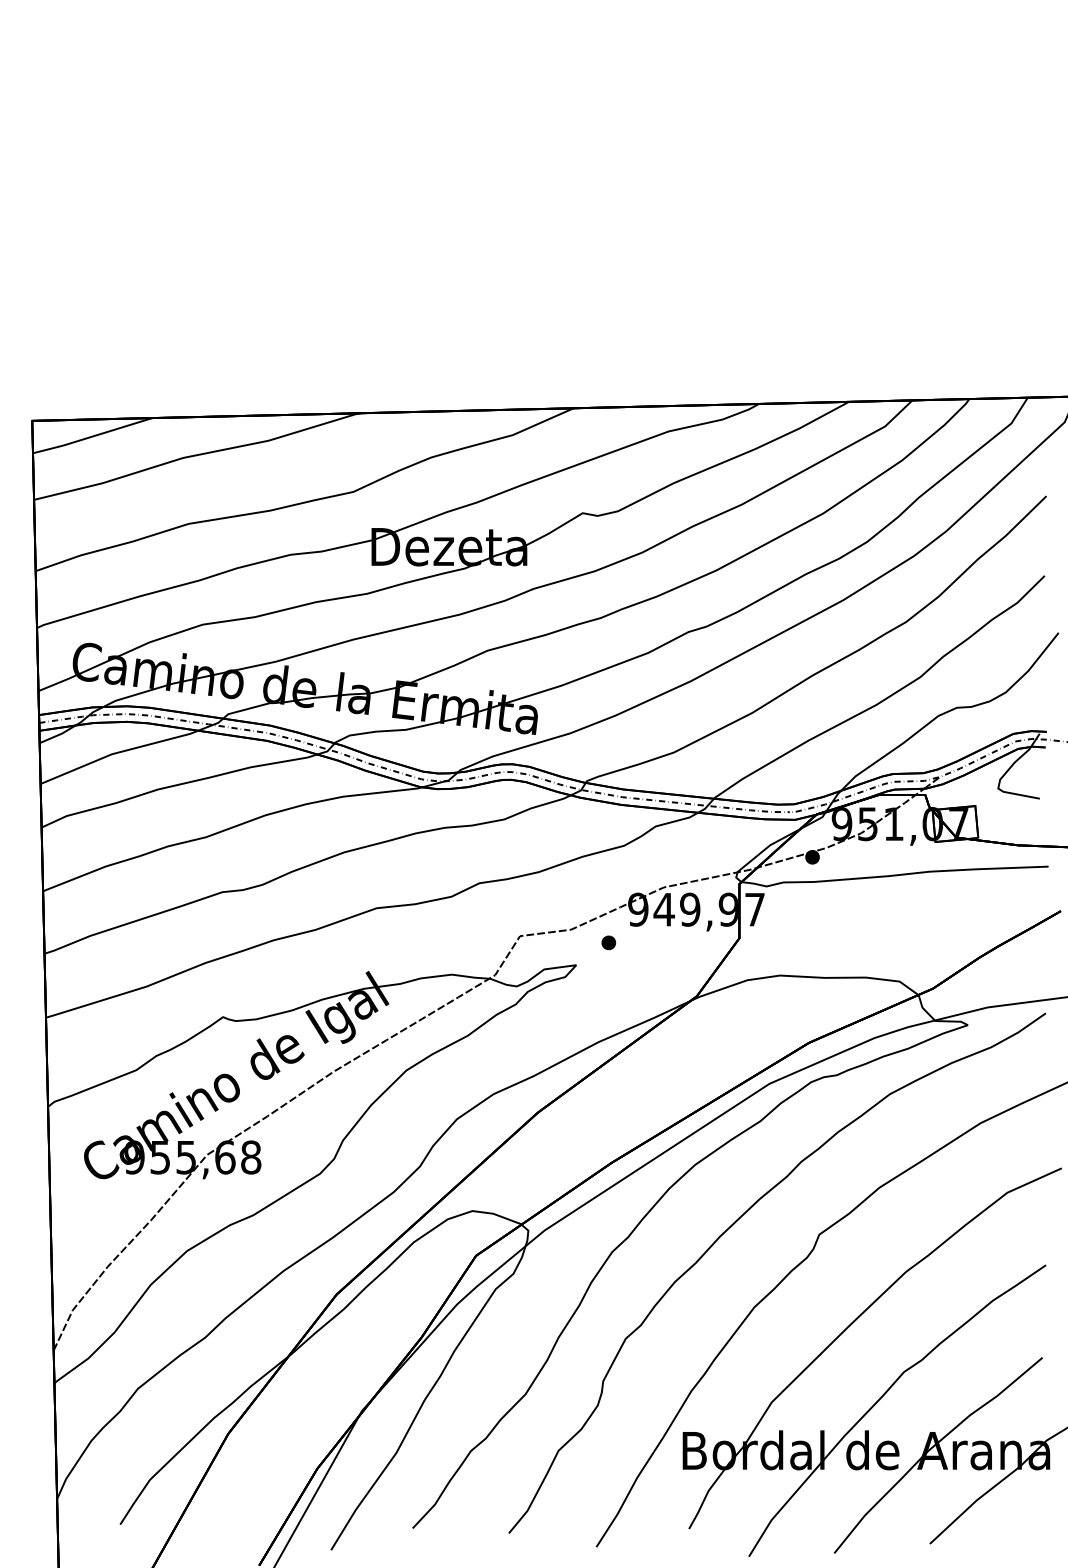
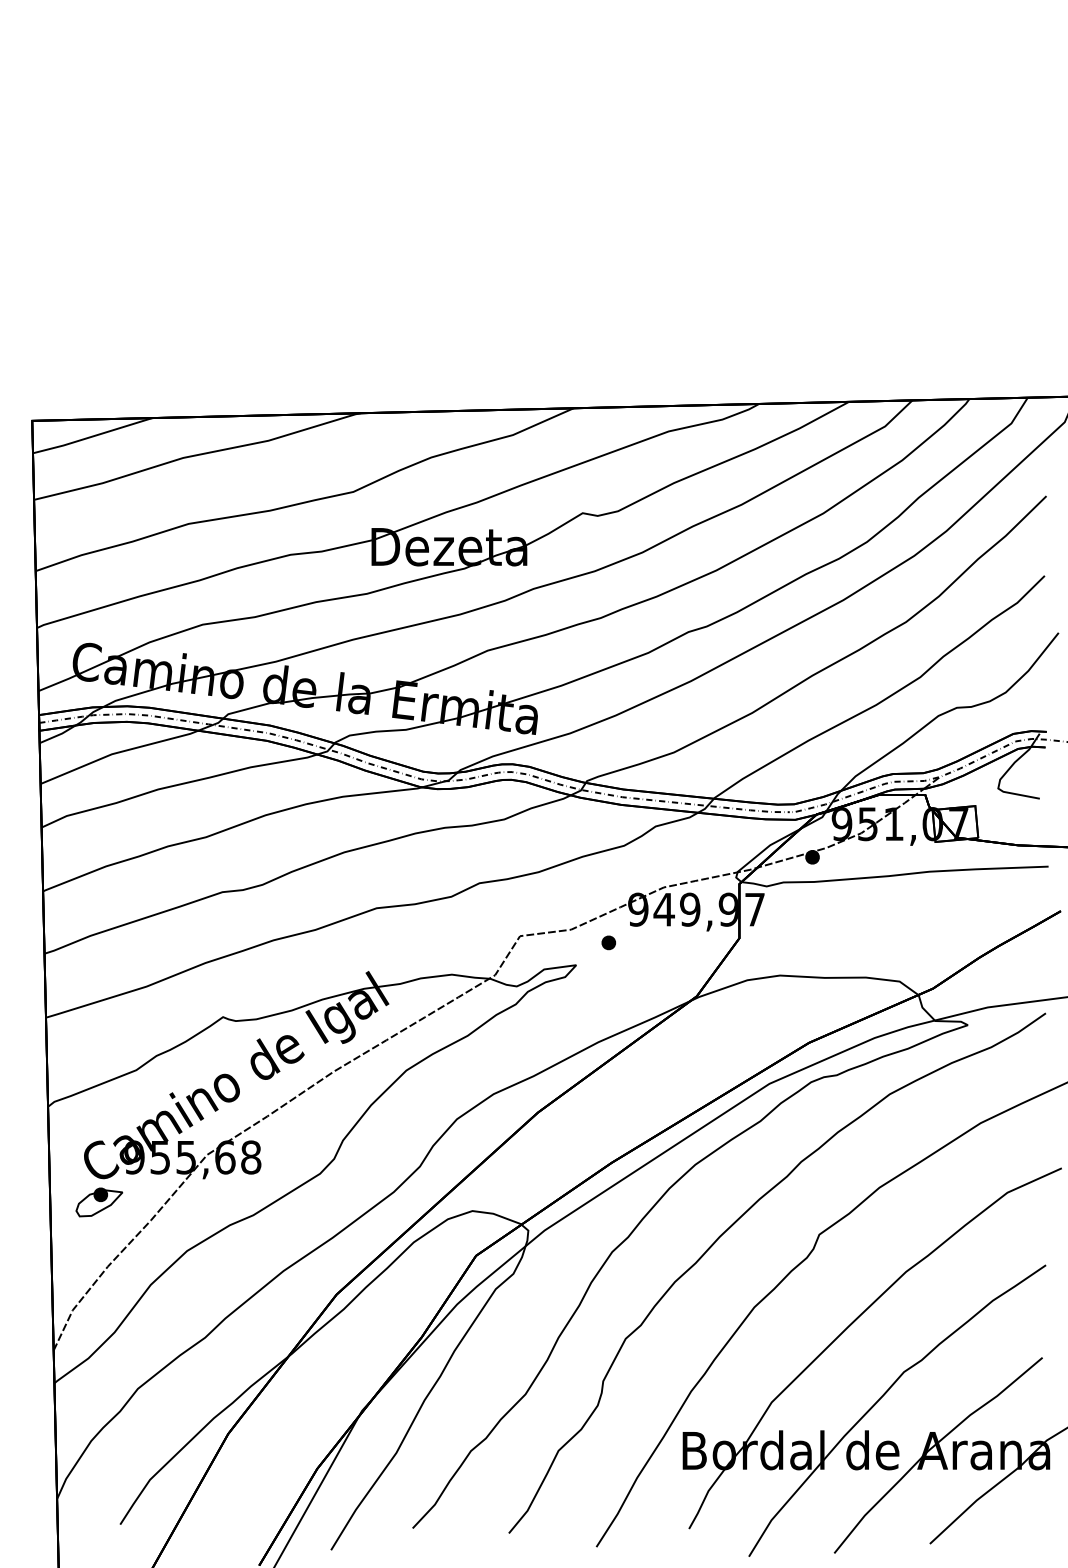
part at (99, 1202): none -> present
